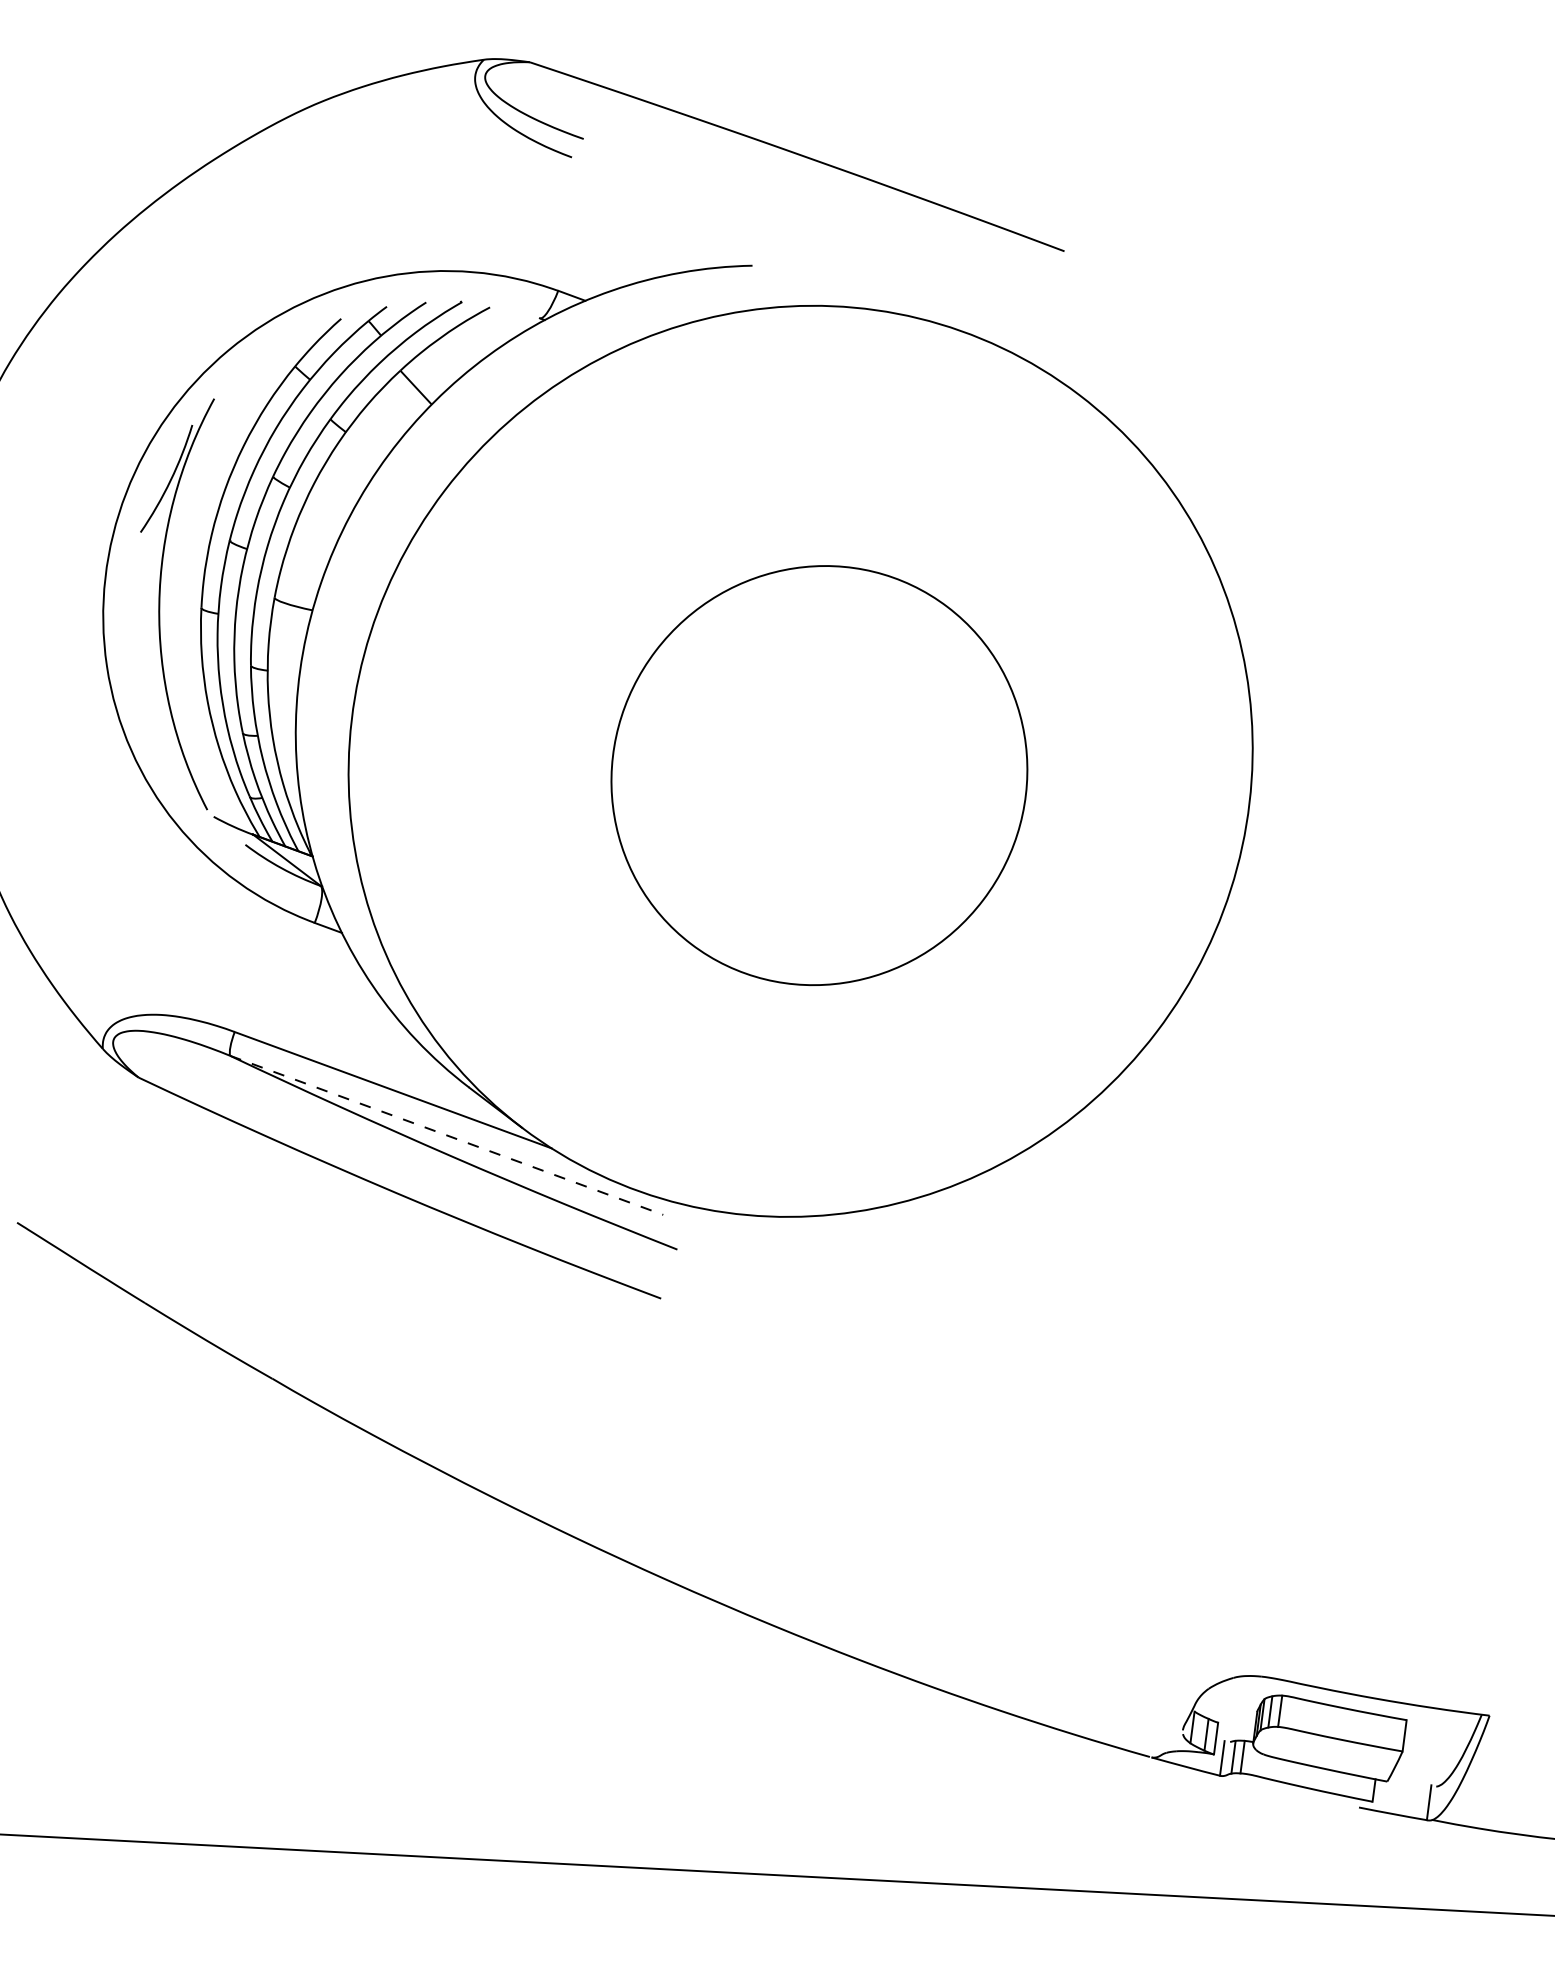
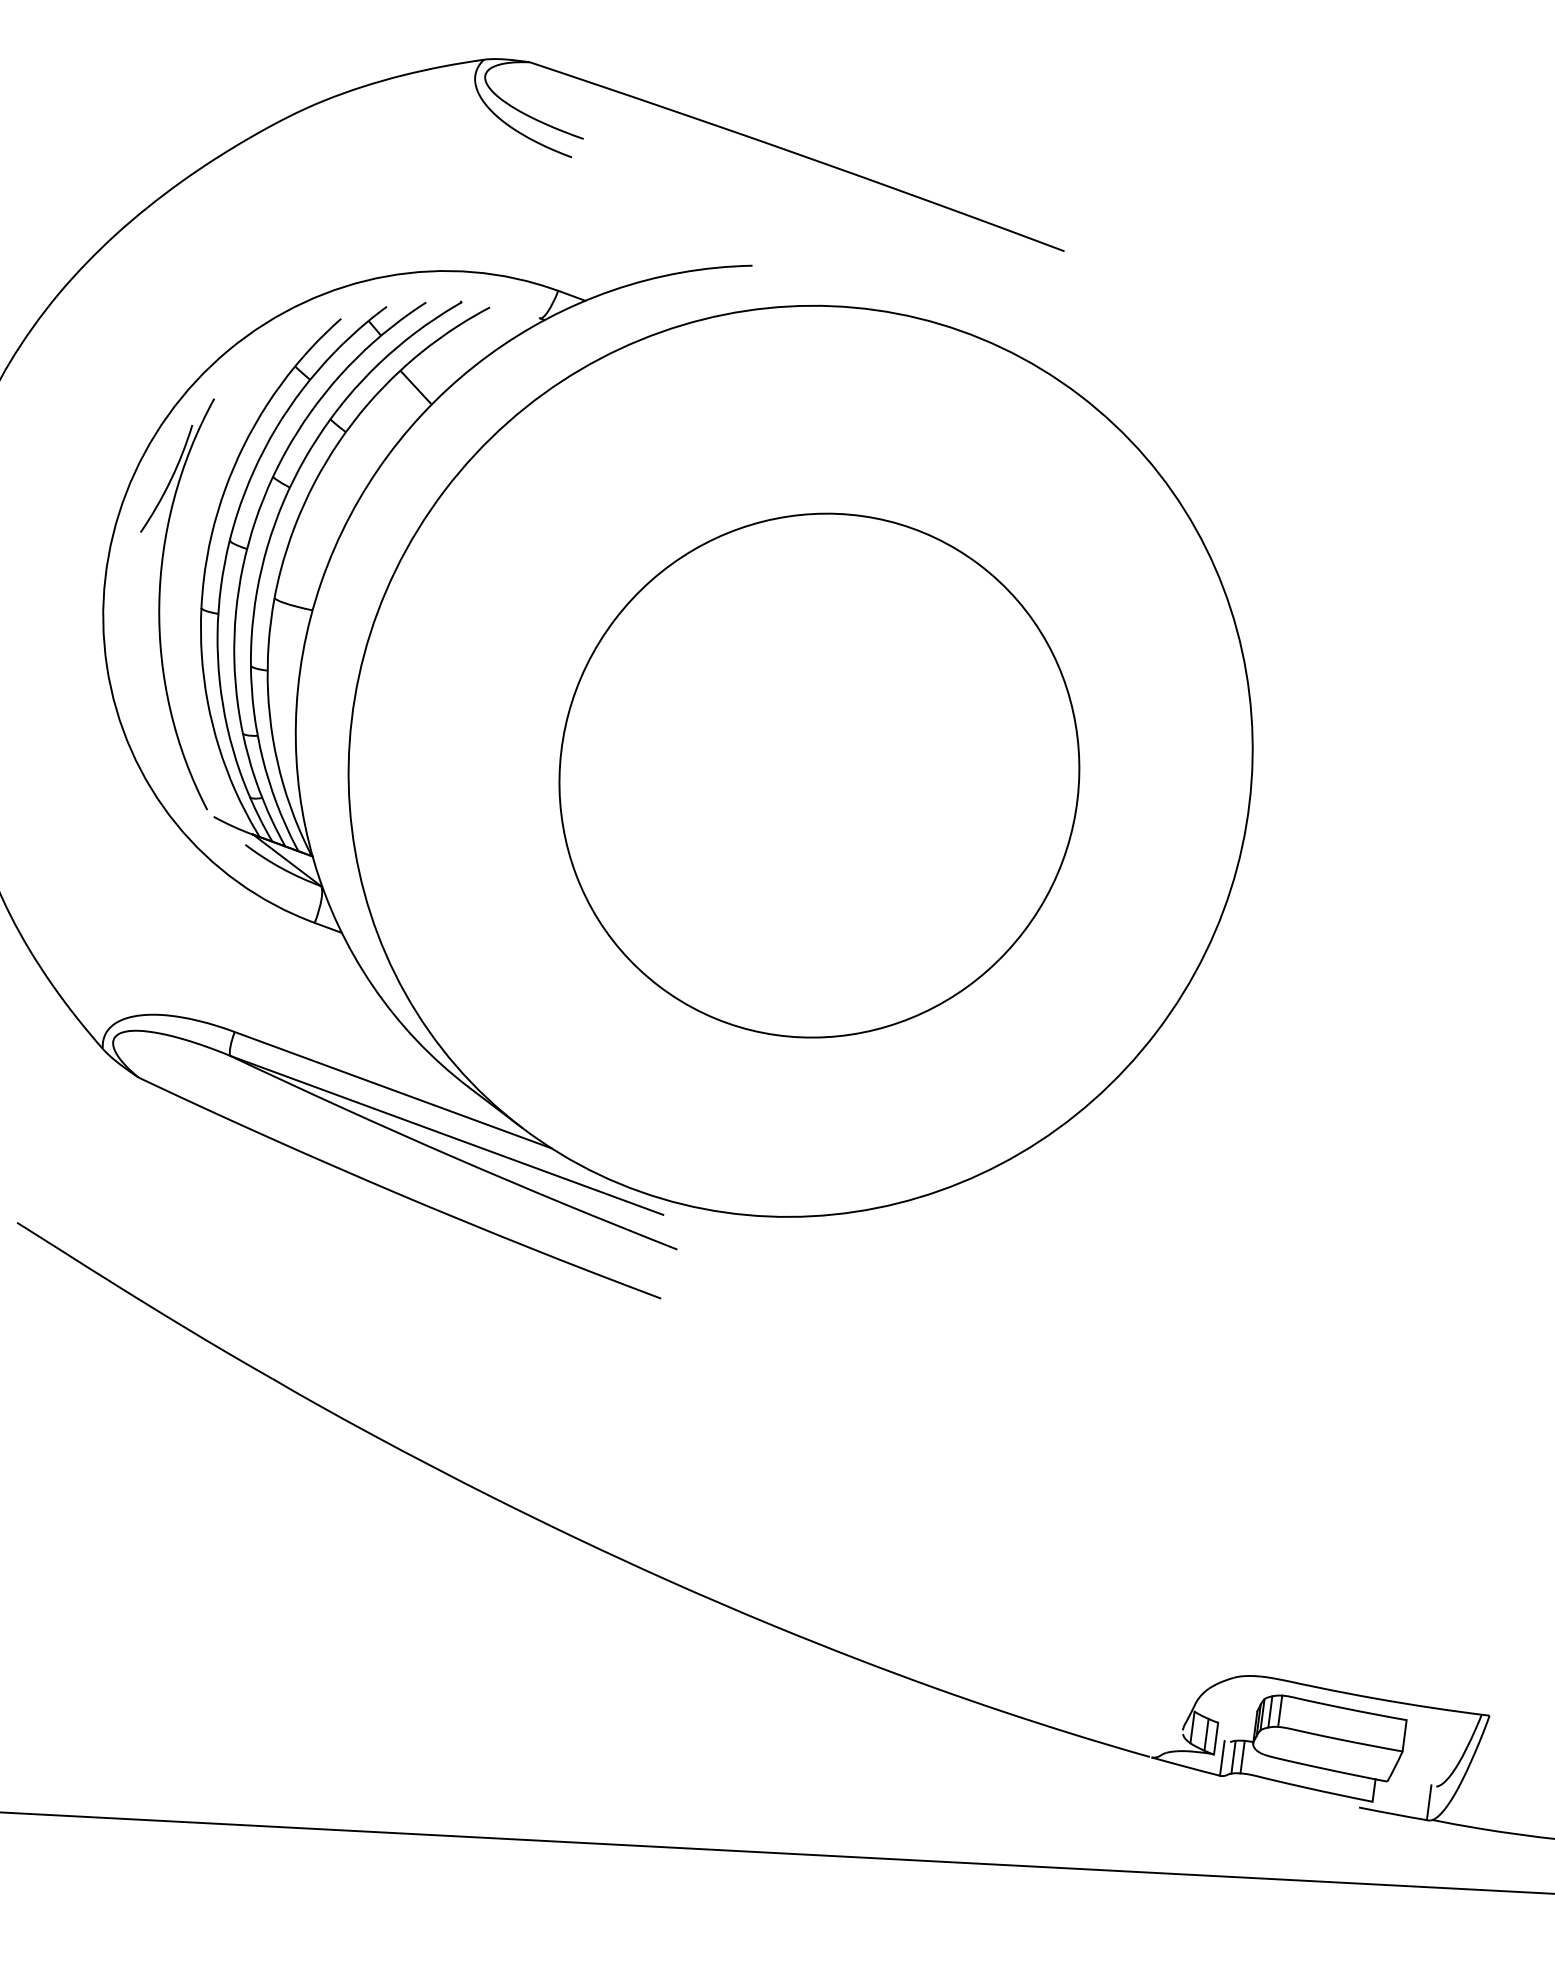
part at (819, 775) size: 419x421 px -> 523x527 px
line at (446, 1135): dashed -> solid
line at (776, 1874) position: (776, 1874) -> (776, 1852)
